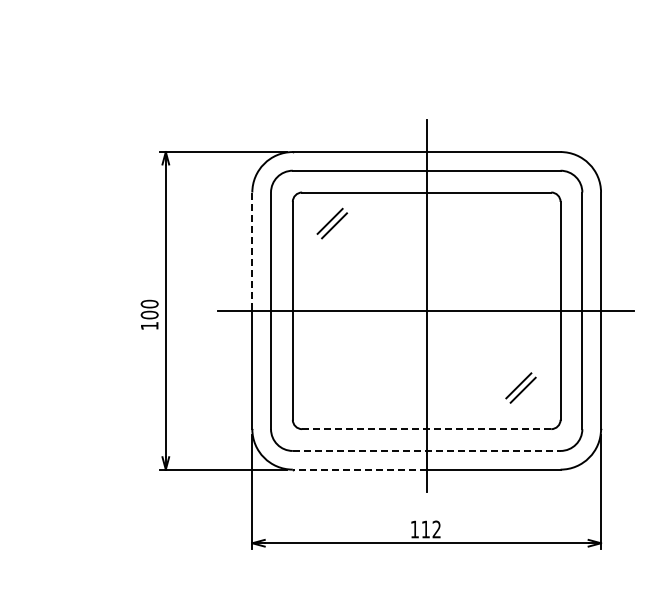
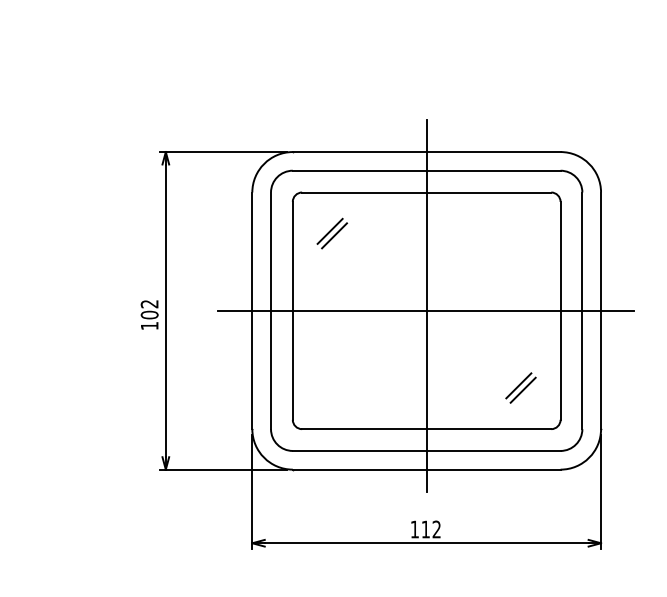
part at (332, 223) position: (332, 223) -> (332, 233)
line at (252, 252): dashed -> solid
text at (149, 303): 100 -> 102
line at (426, 429): dashed -> solid
line at (426, 450): dashed -> solid
line at (359, 469): dashed -> solid
